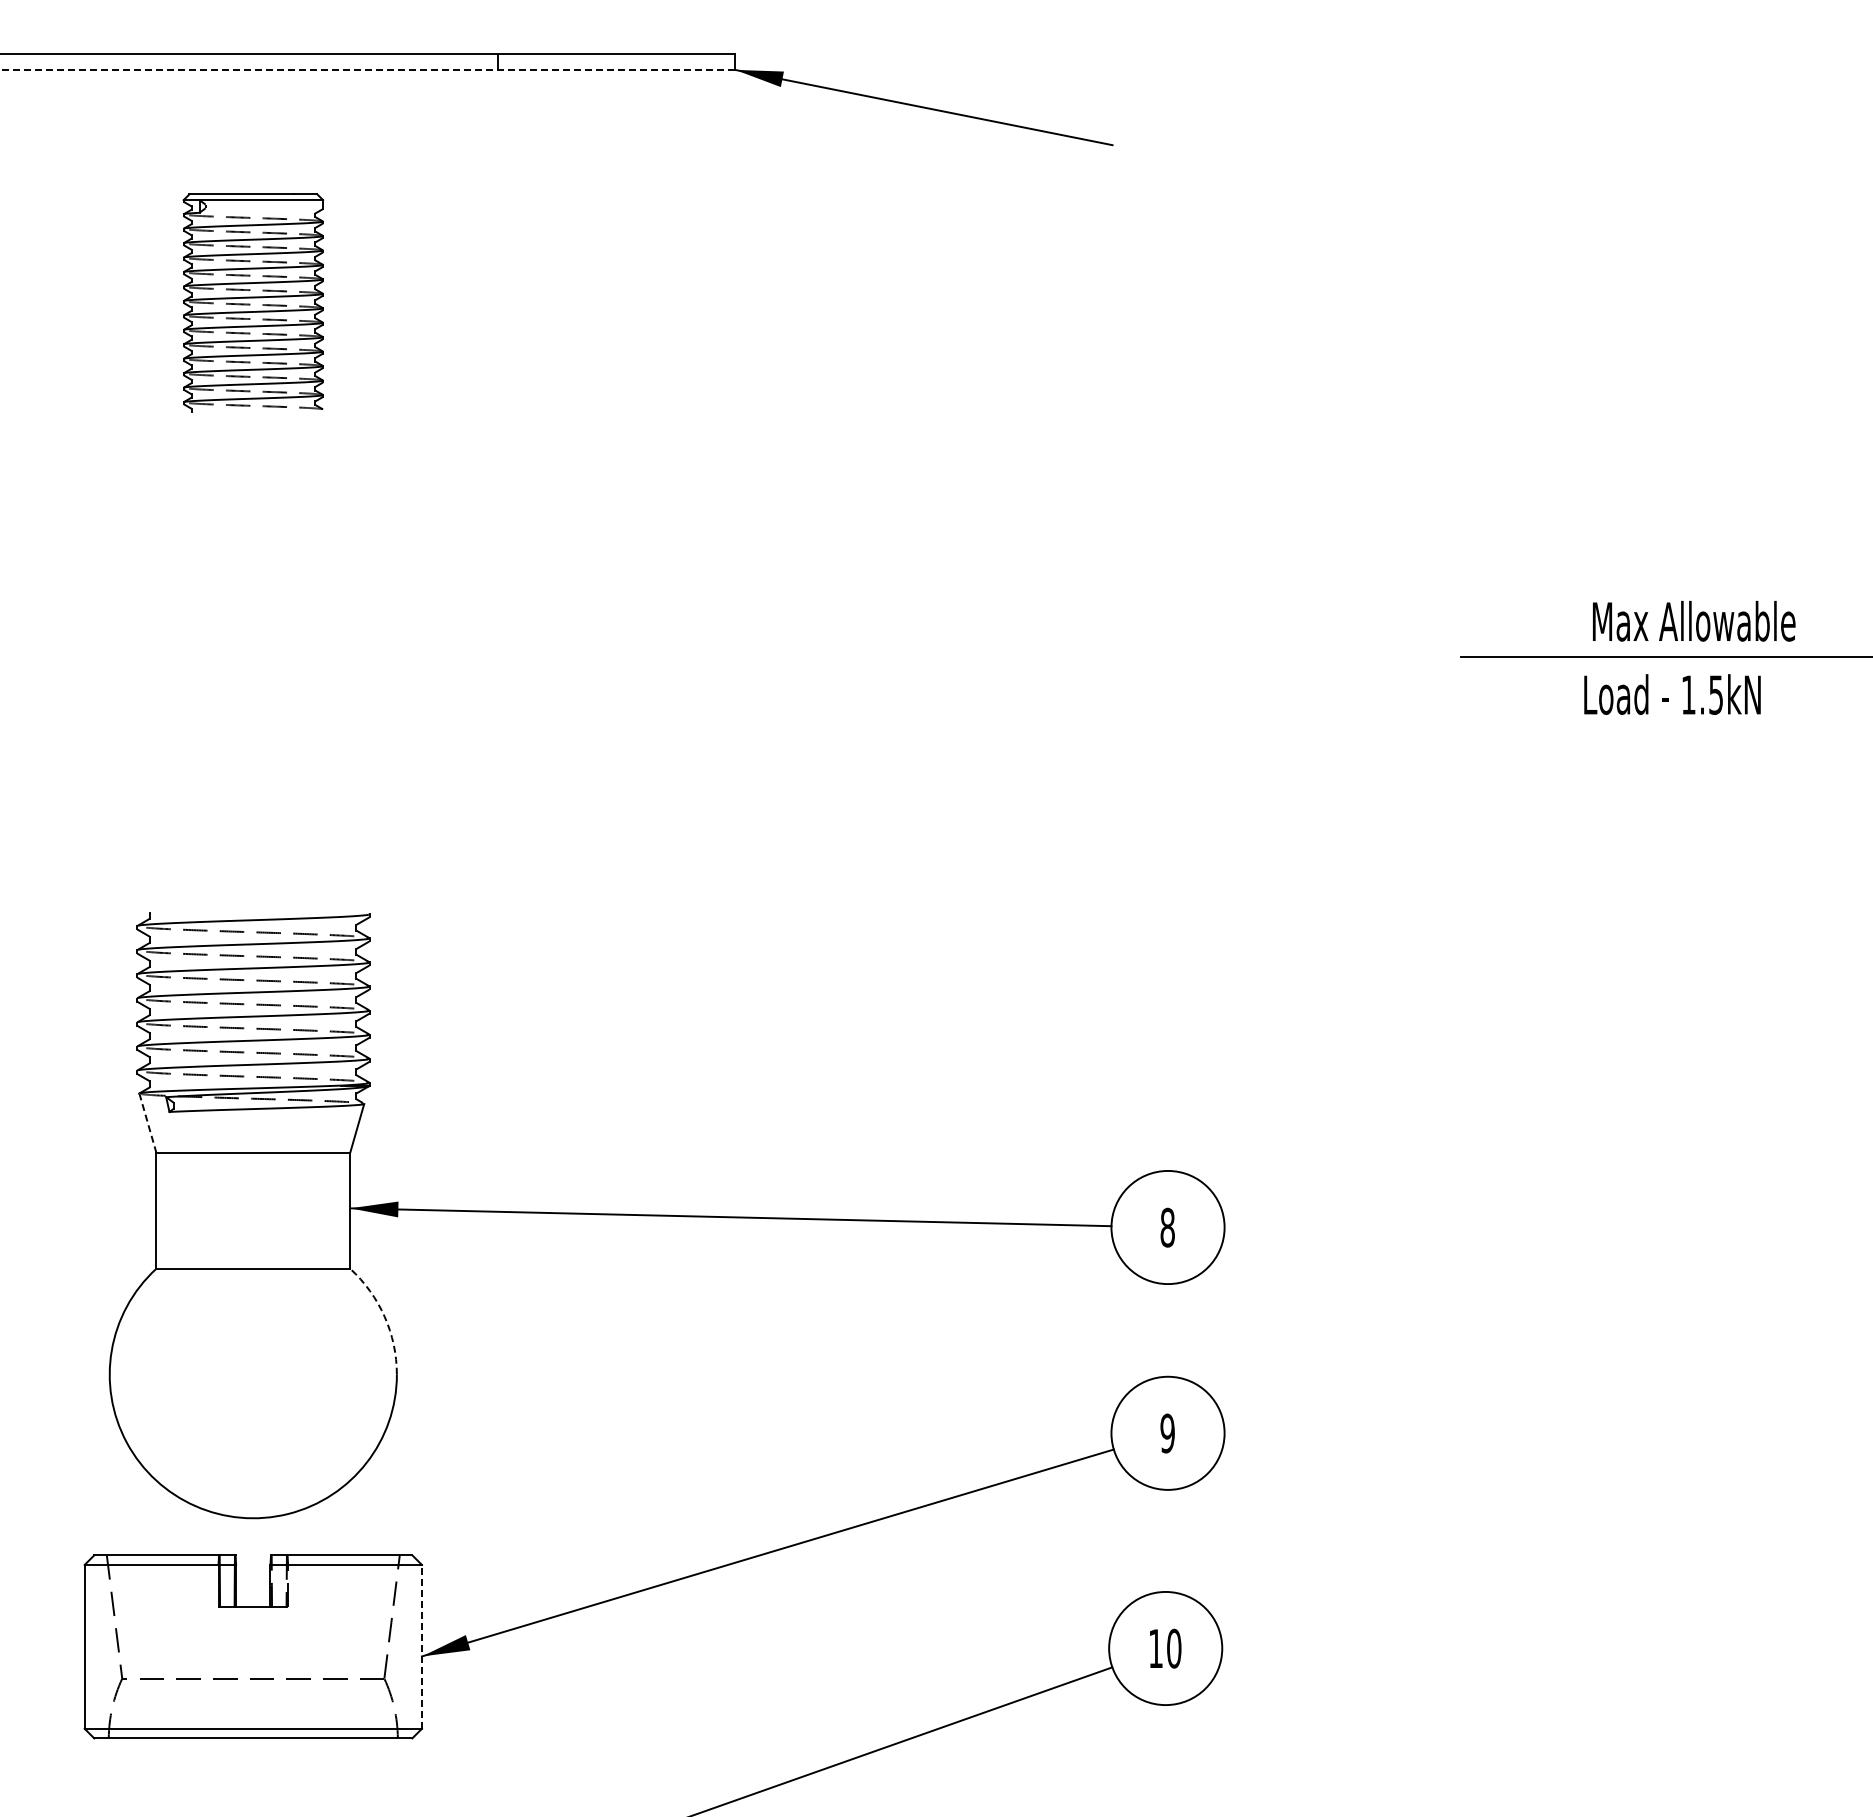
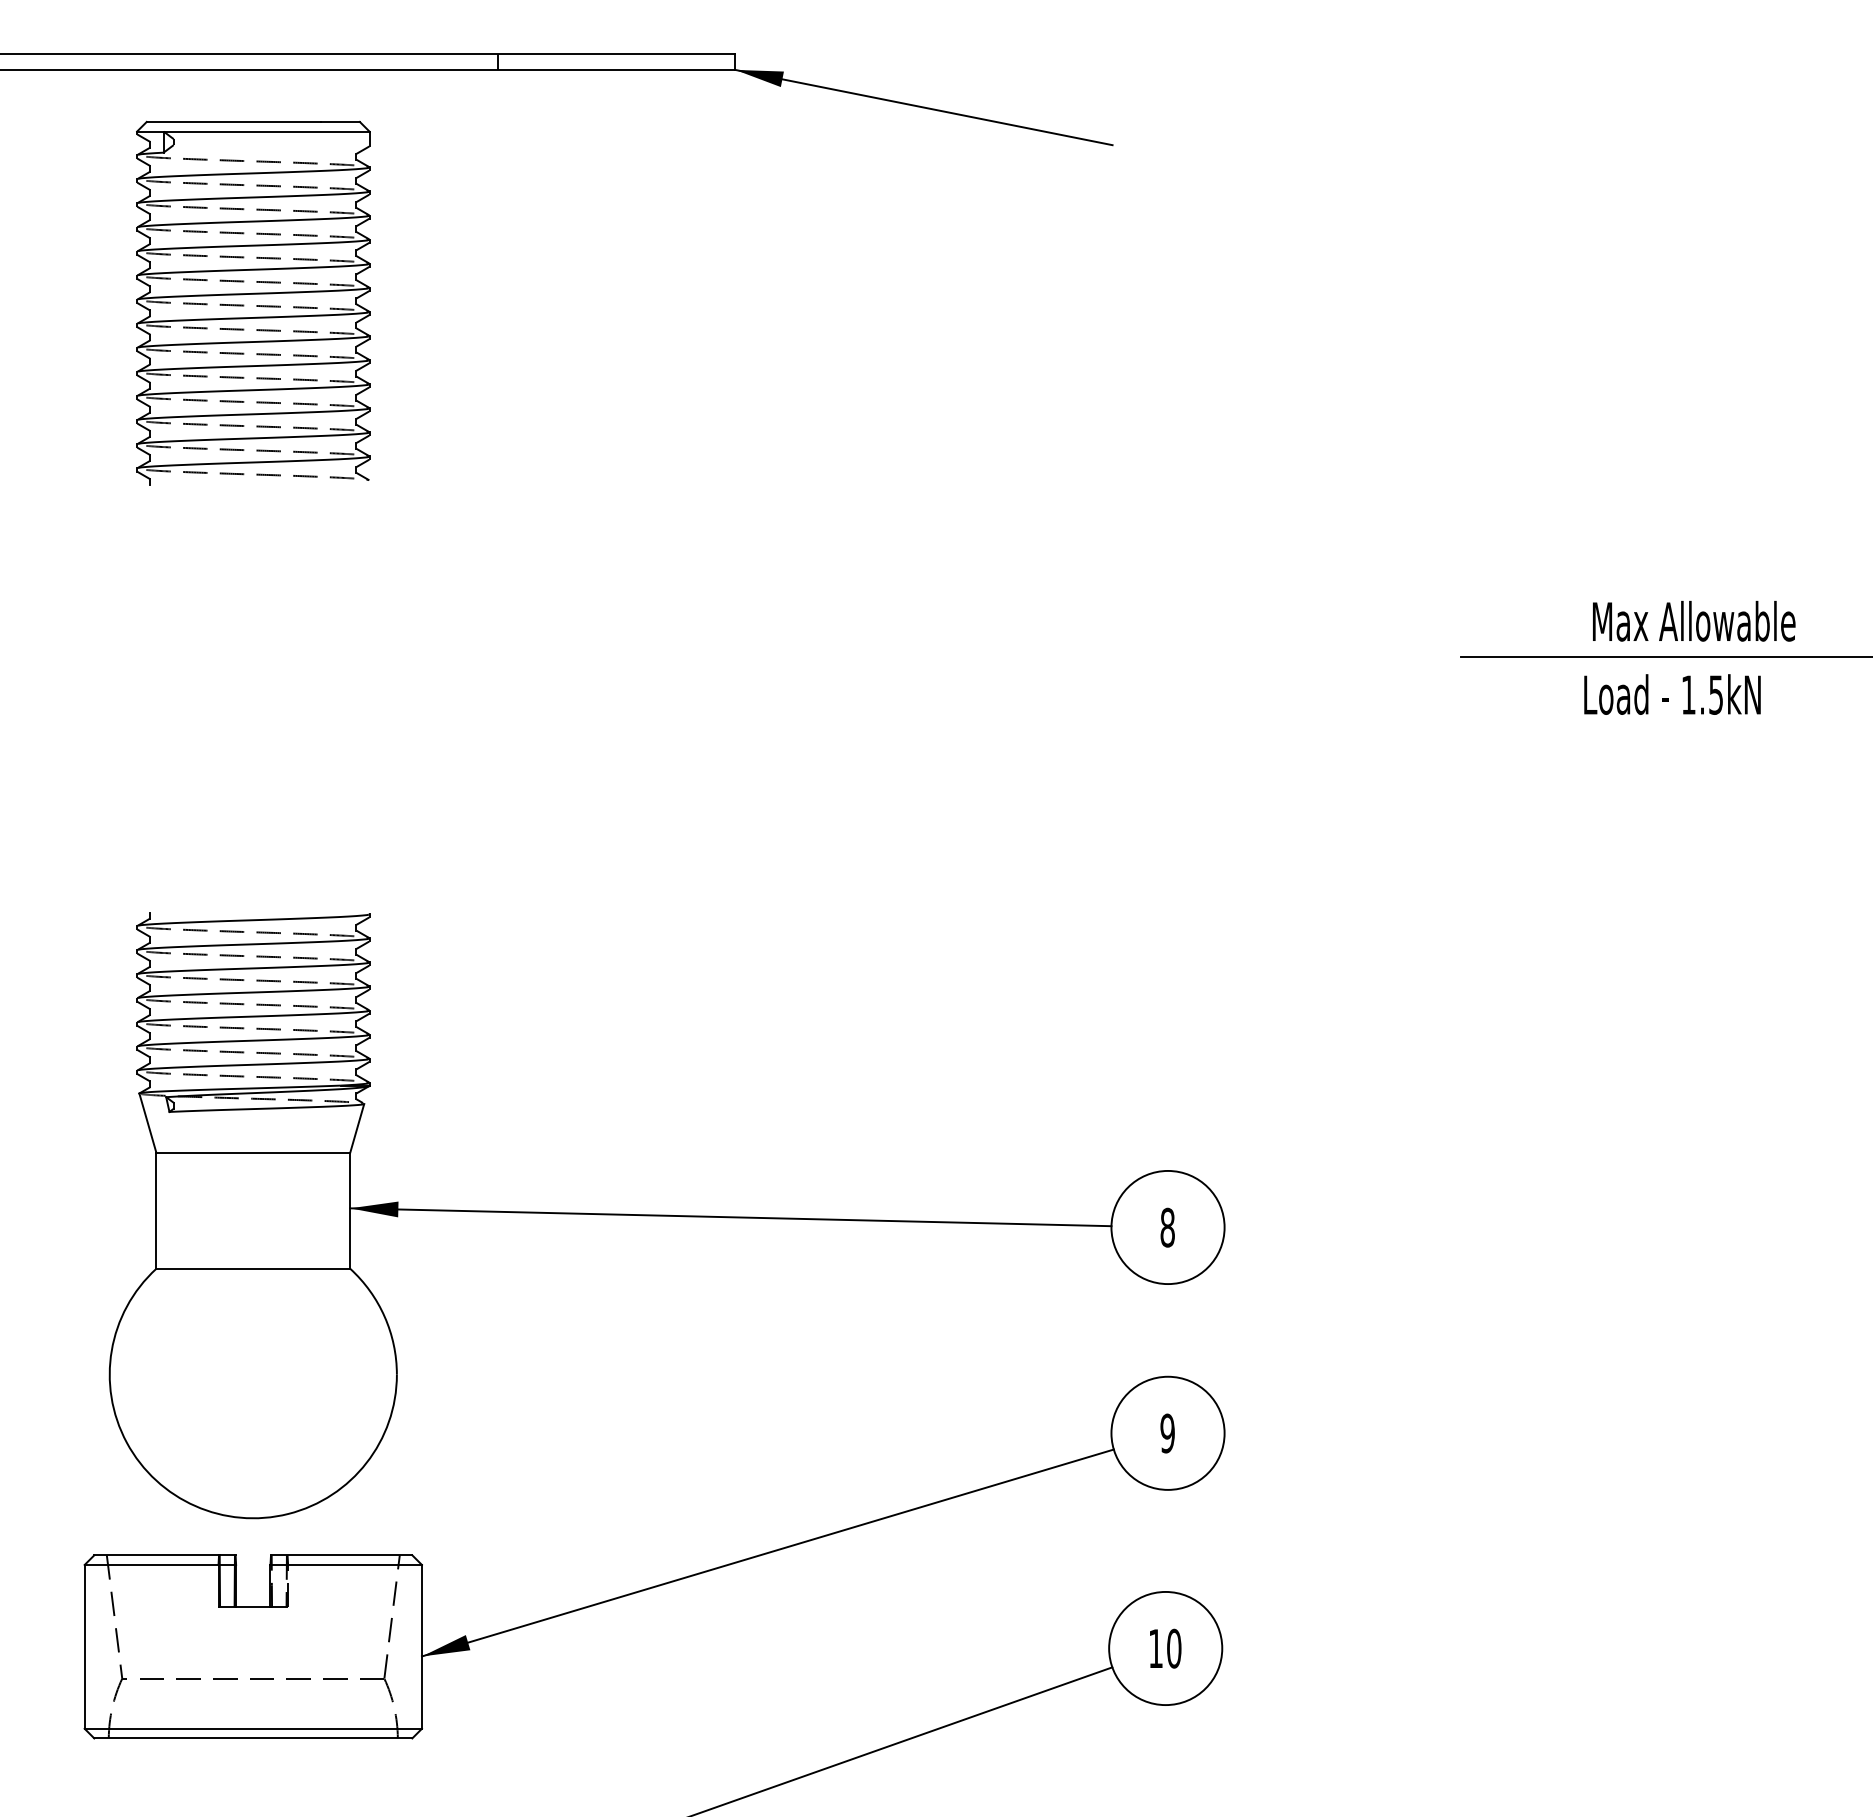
line at (368, 69): dashed -> solid
part at (253, 302) size: 143x220 px -> 235x366 px
line at (147, 1123): dashed -> solid
arc at (384, 1316): dashed -> solid
line at (421, 1646): dashed -> solid
